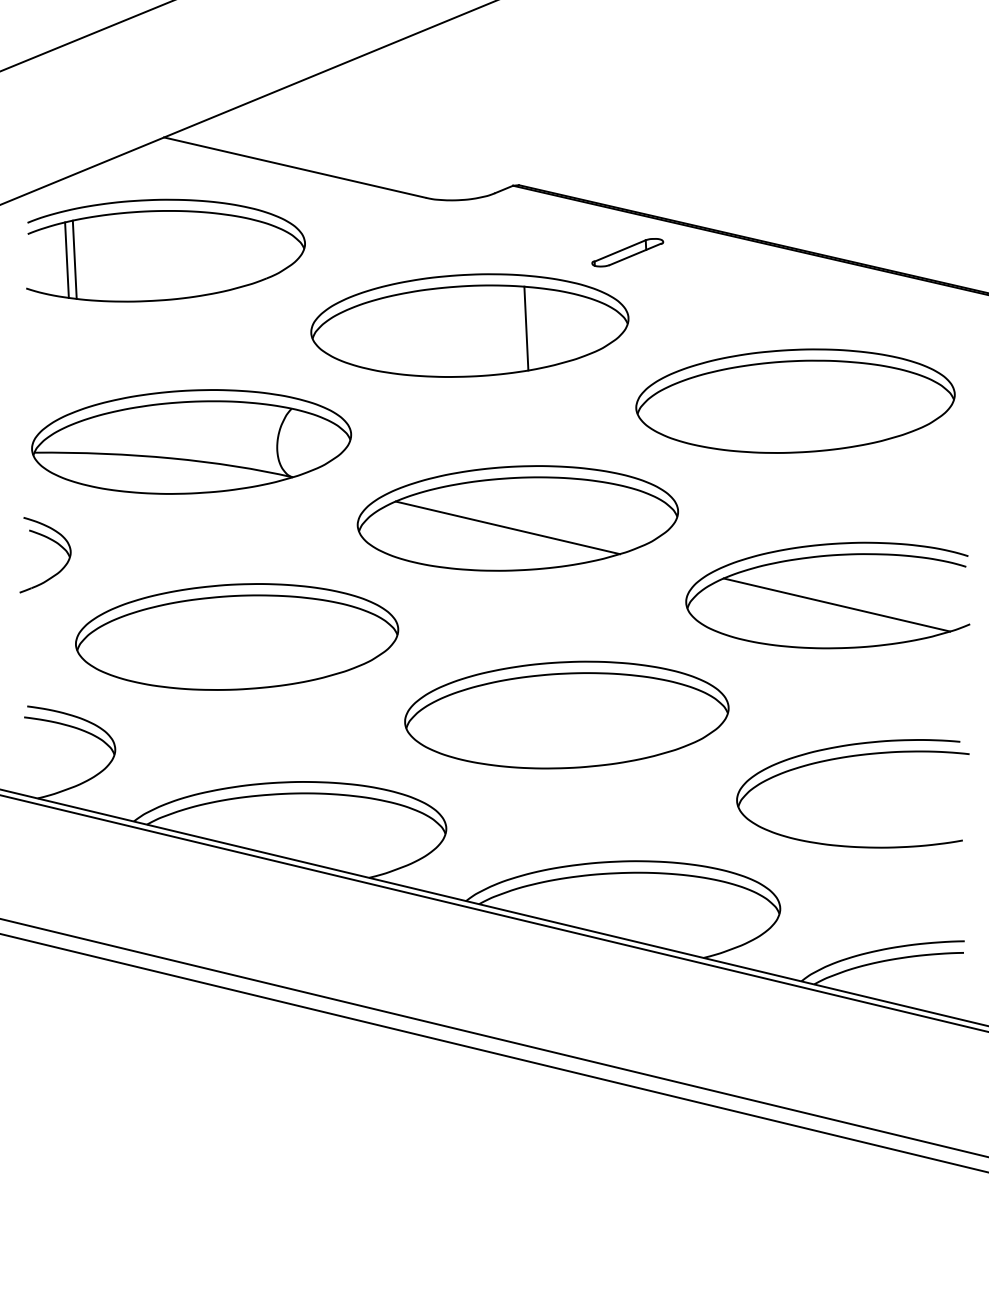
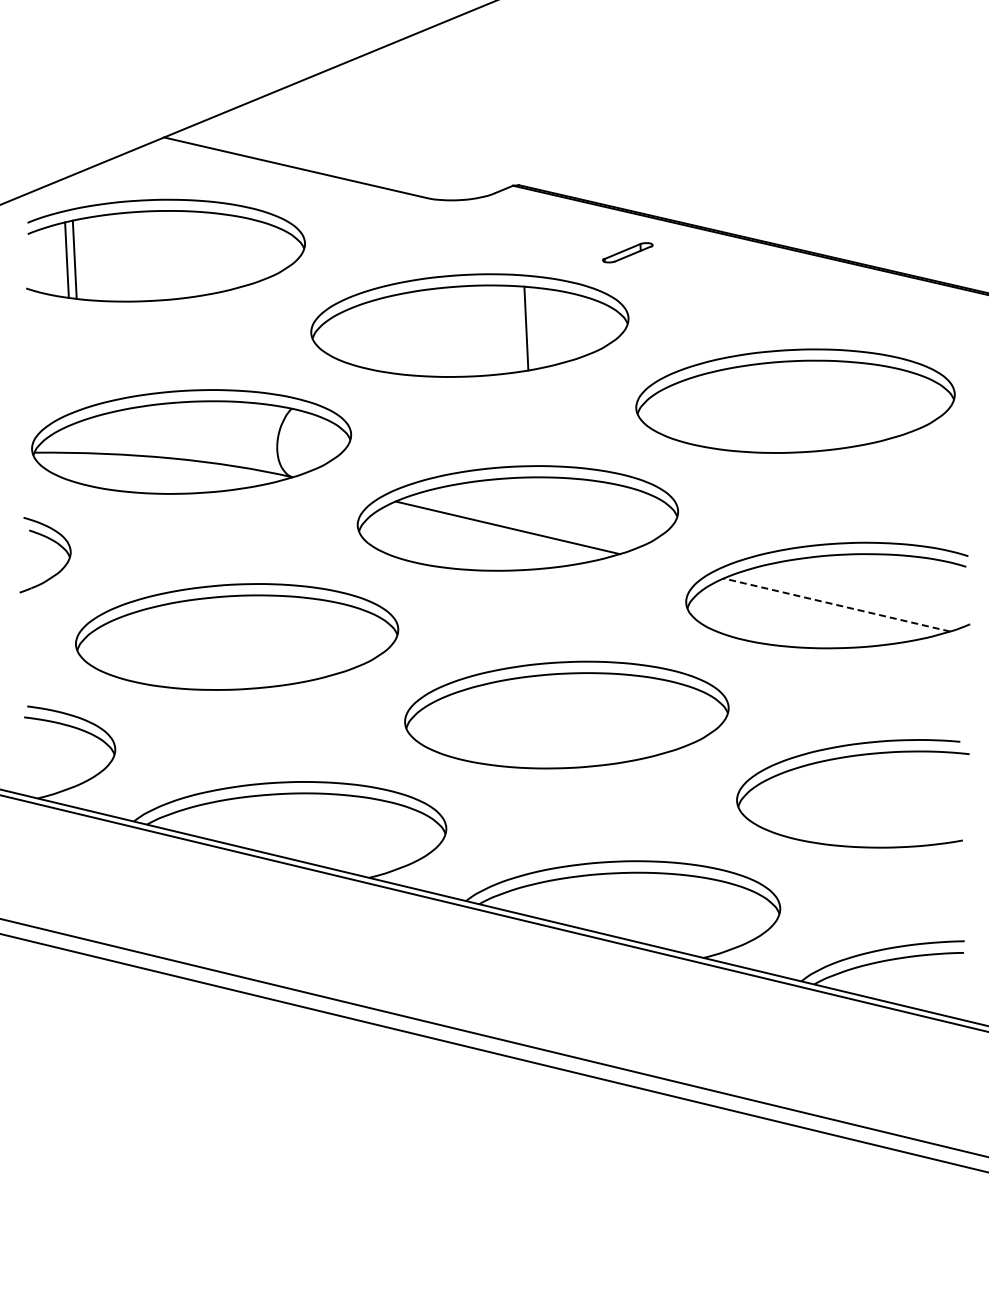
line at (85, 36): present -> none
part at (627, 252) size: 74x30 px -> 52x22 px
line at (836, 604): solid -> dashed
